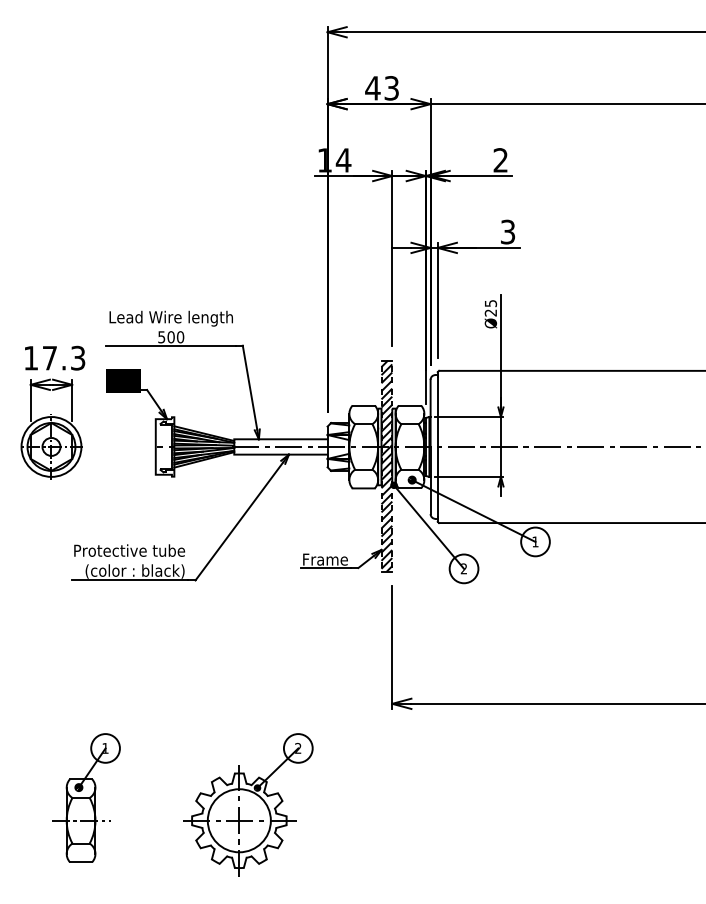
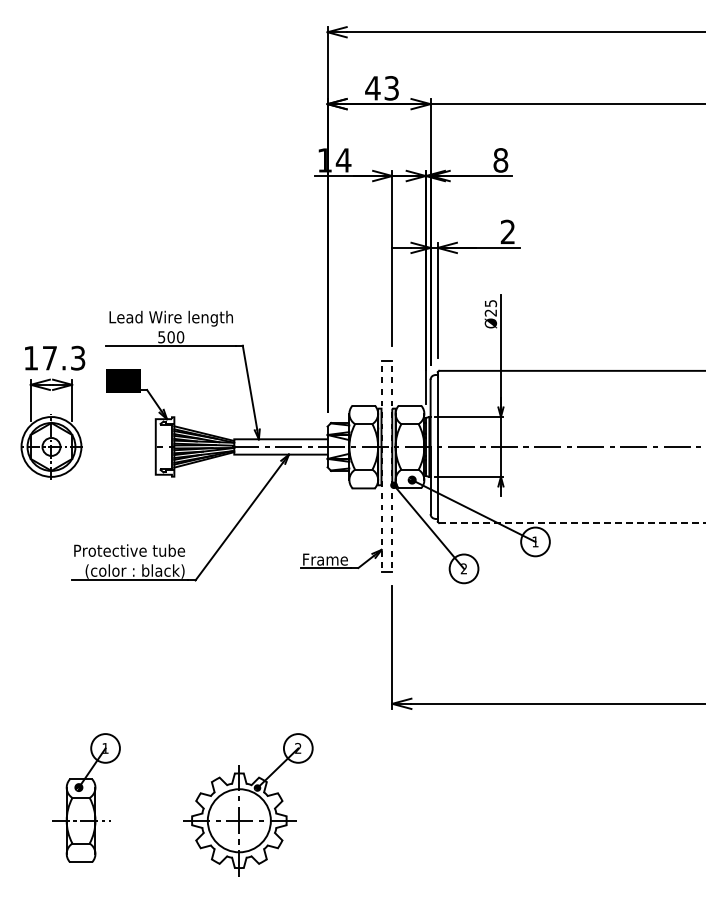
text at (500, 160): 2 -> 8
text at (507, 232): 3 -> 2
hatch at (386, 465): present -> none
line at (572, 523): solid -> dashed
